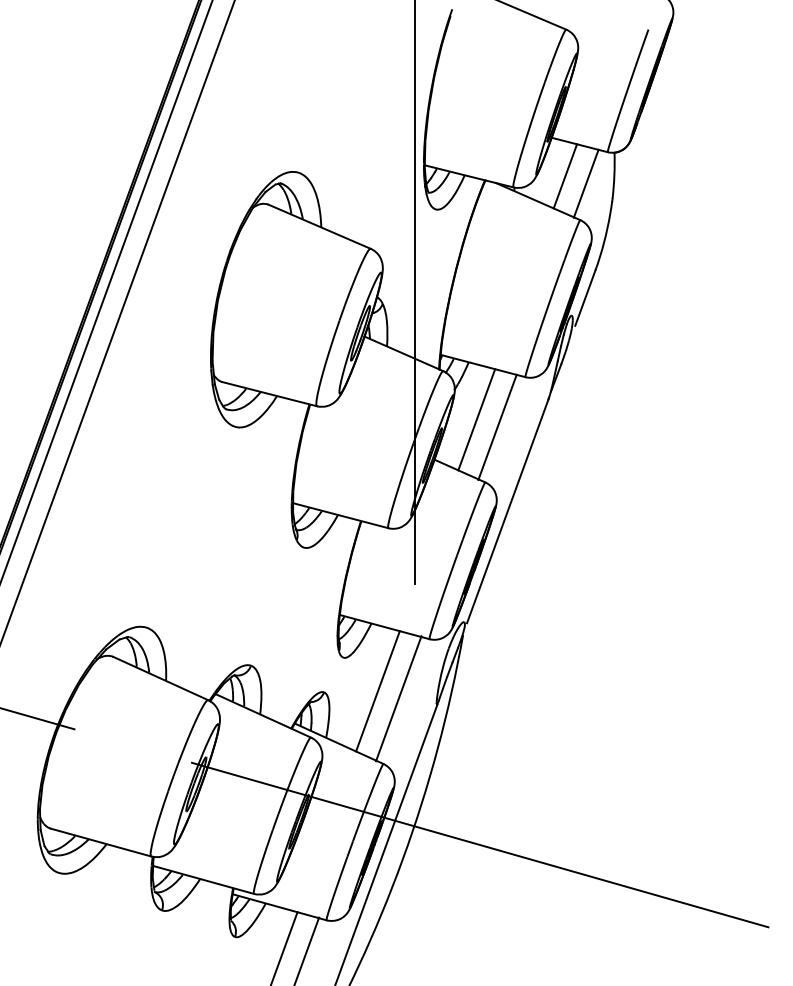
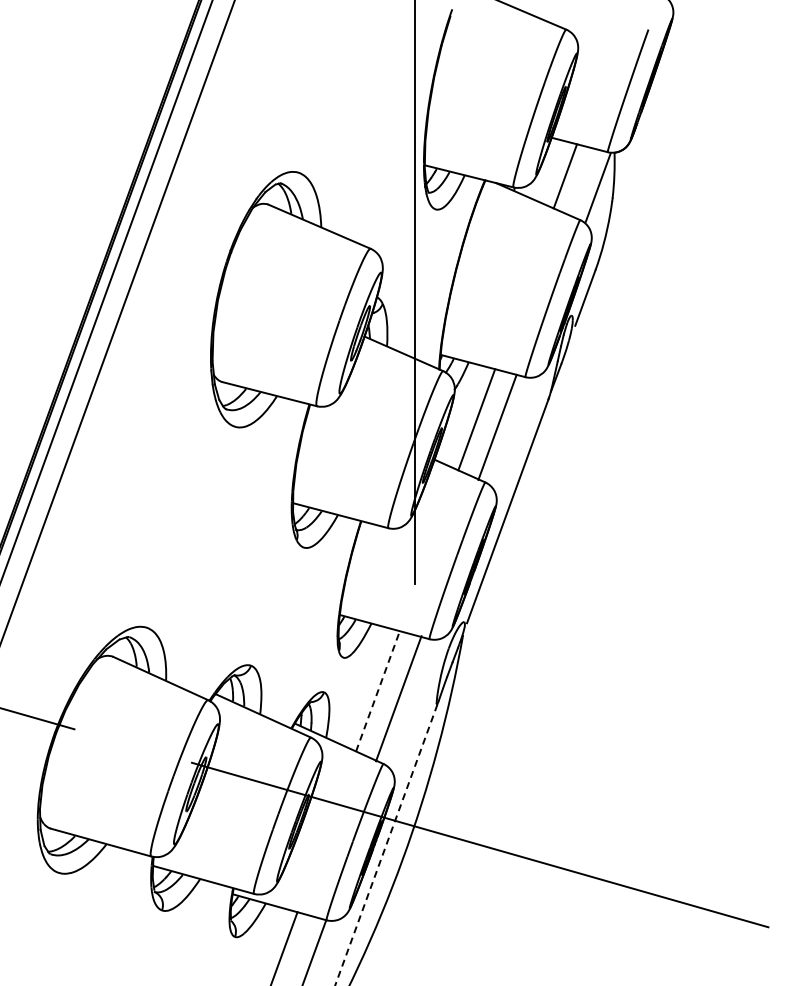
line at (585, 183) position: (585, 183) -> (597, 187)
line at (378, 690): solid -> dashed
line at (386, 845): solid -> dashed
line at (307, 949) position: (307, 949) -> (314, 951)
